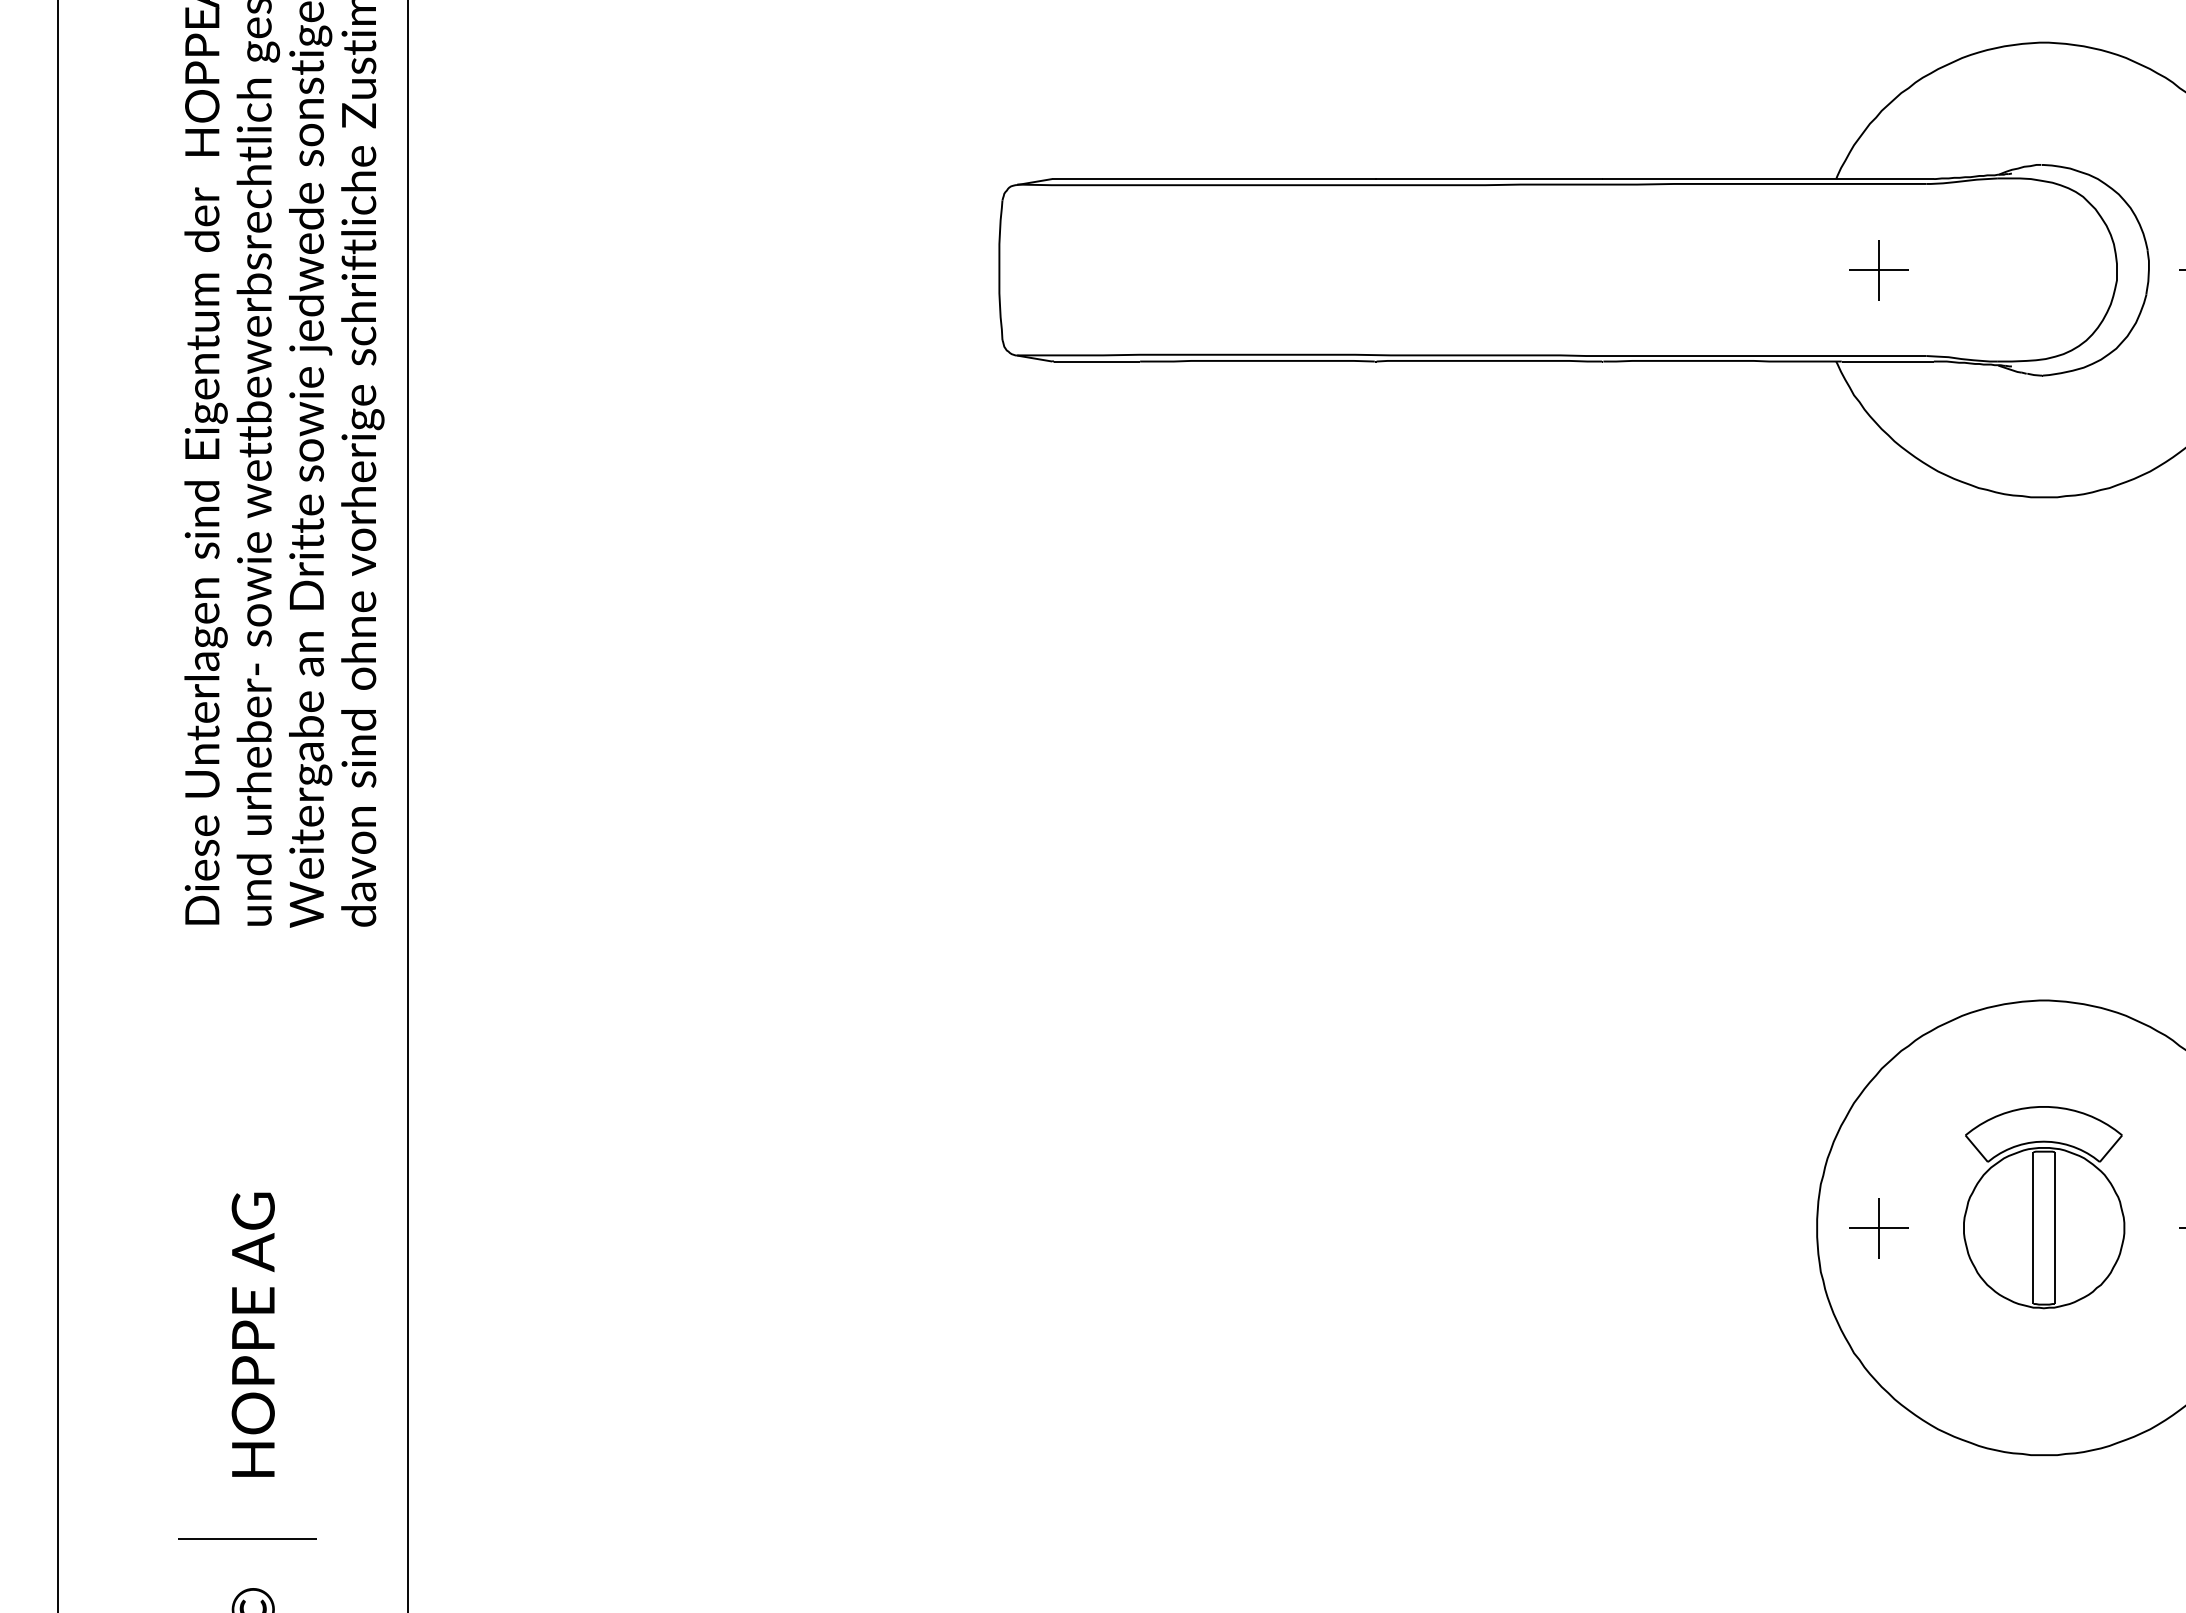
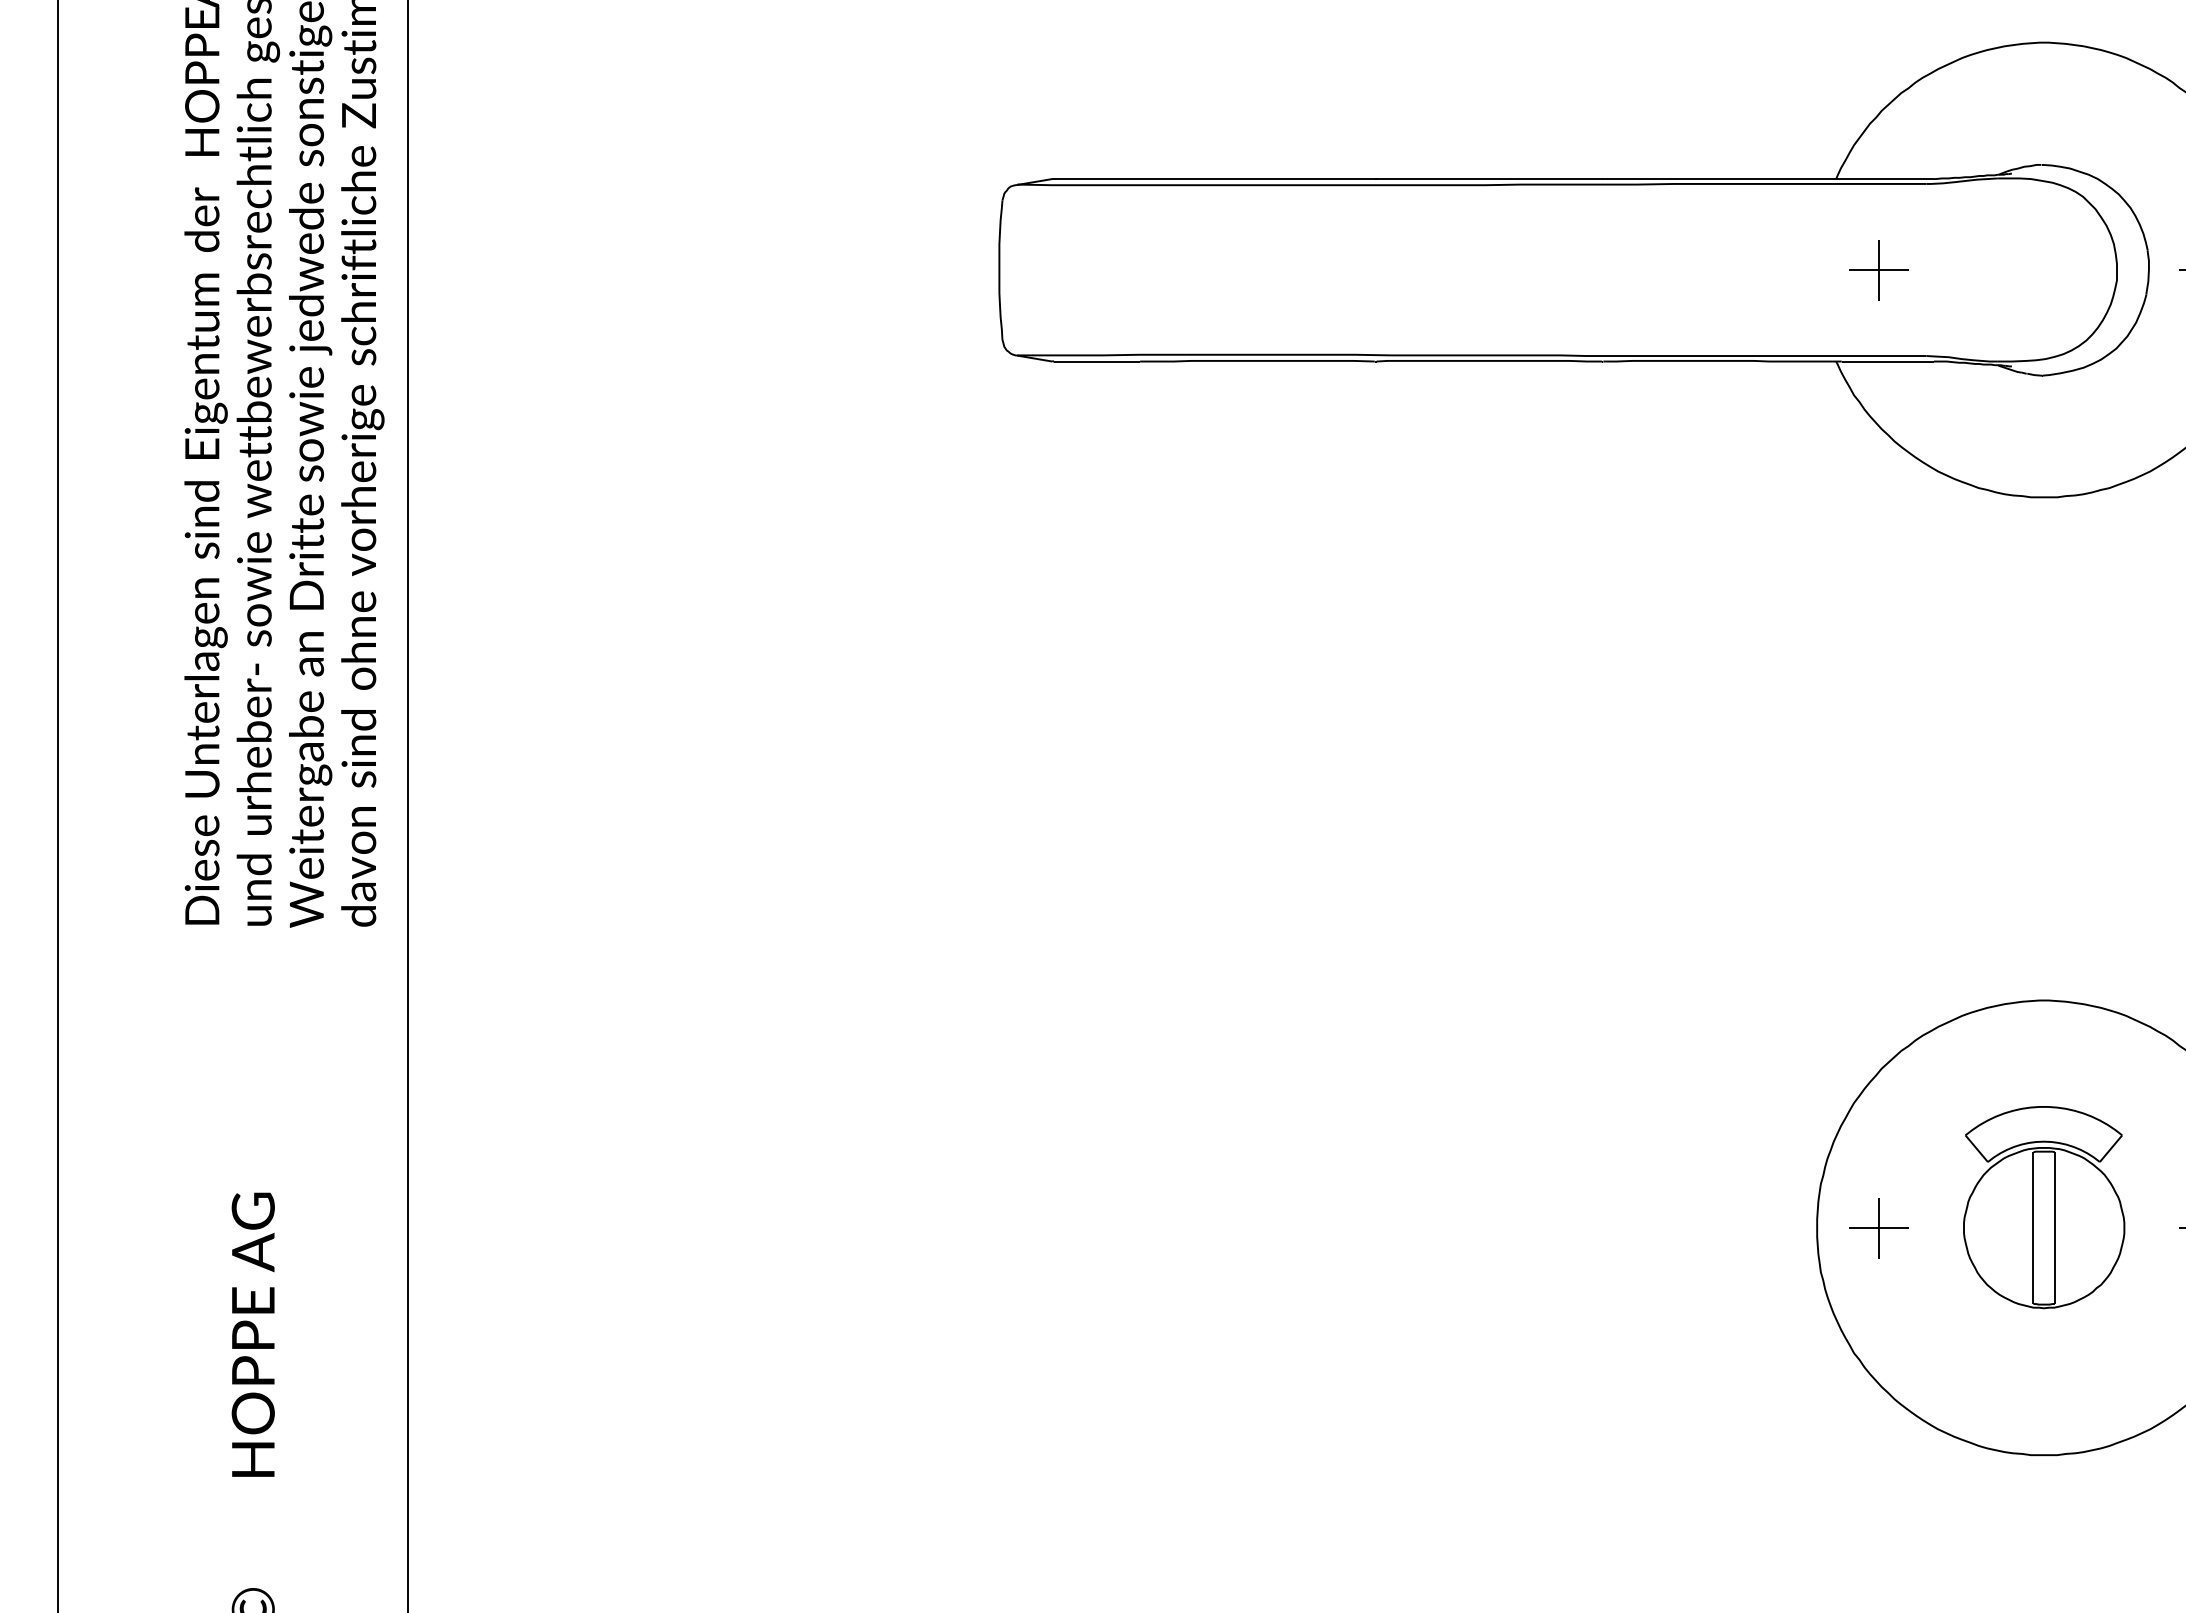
line at (247, 1538): present -> none
